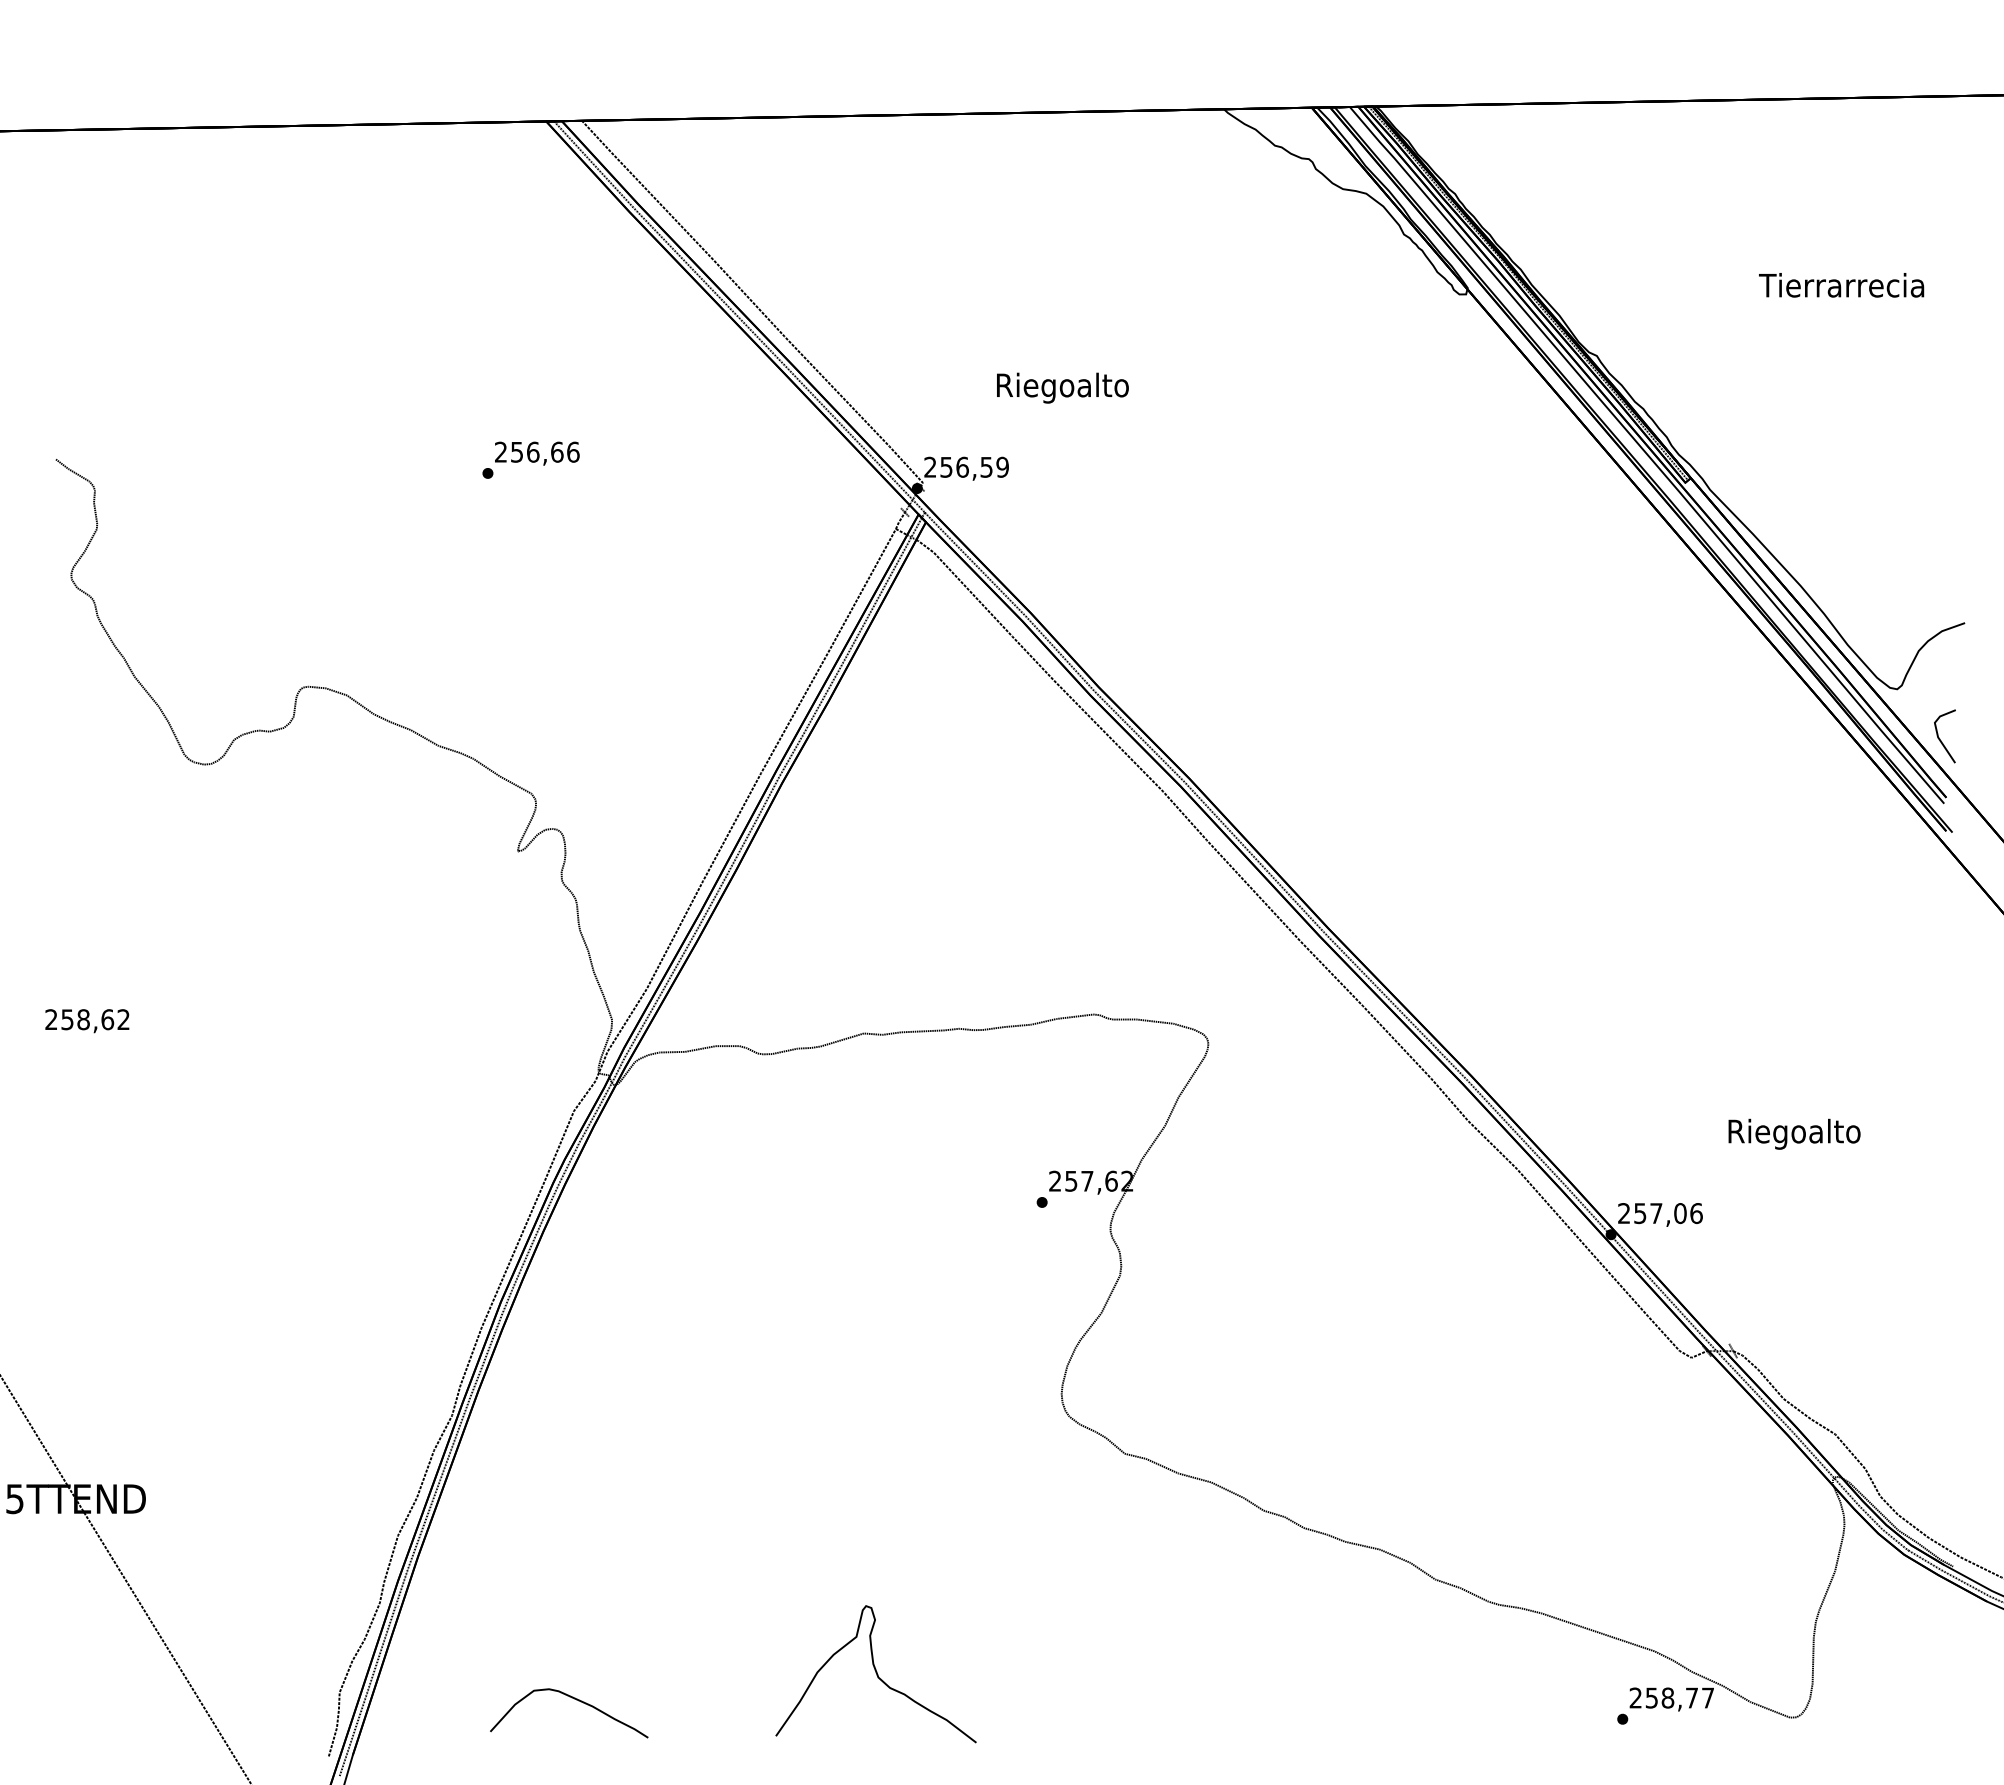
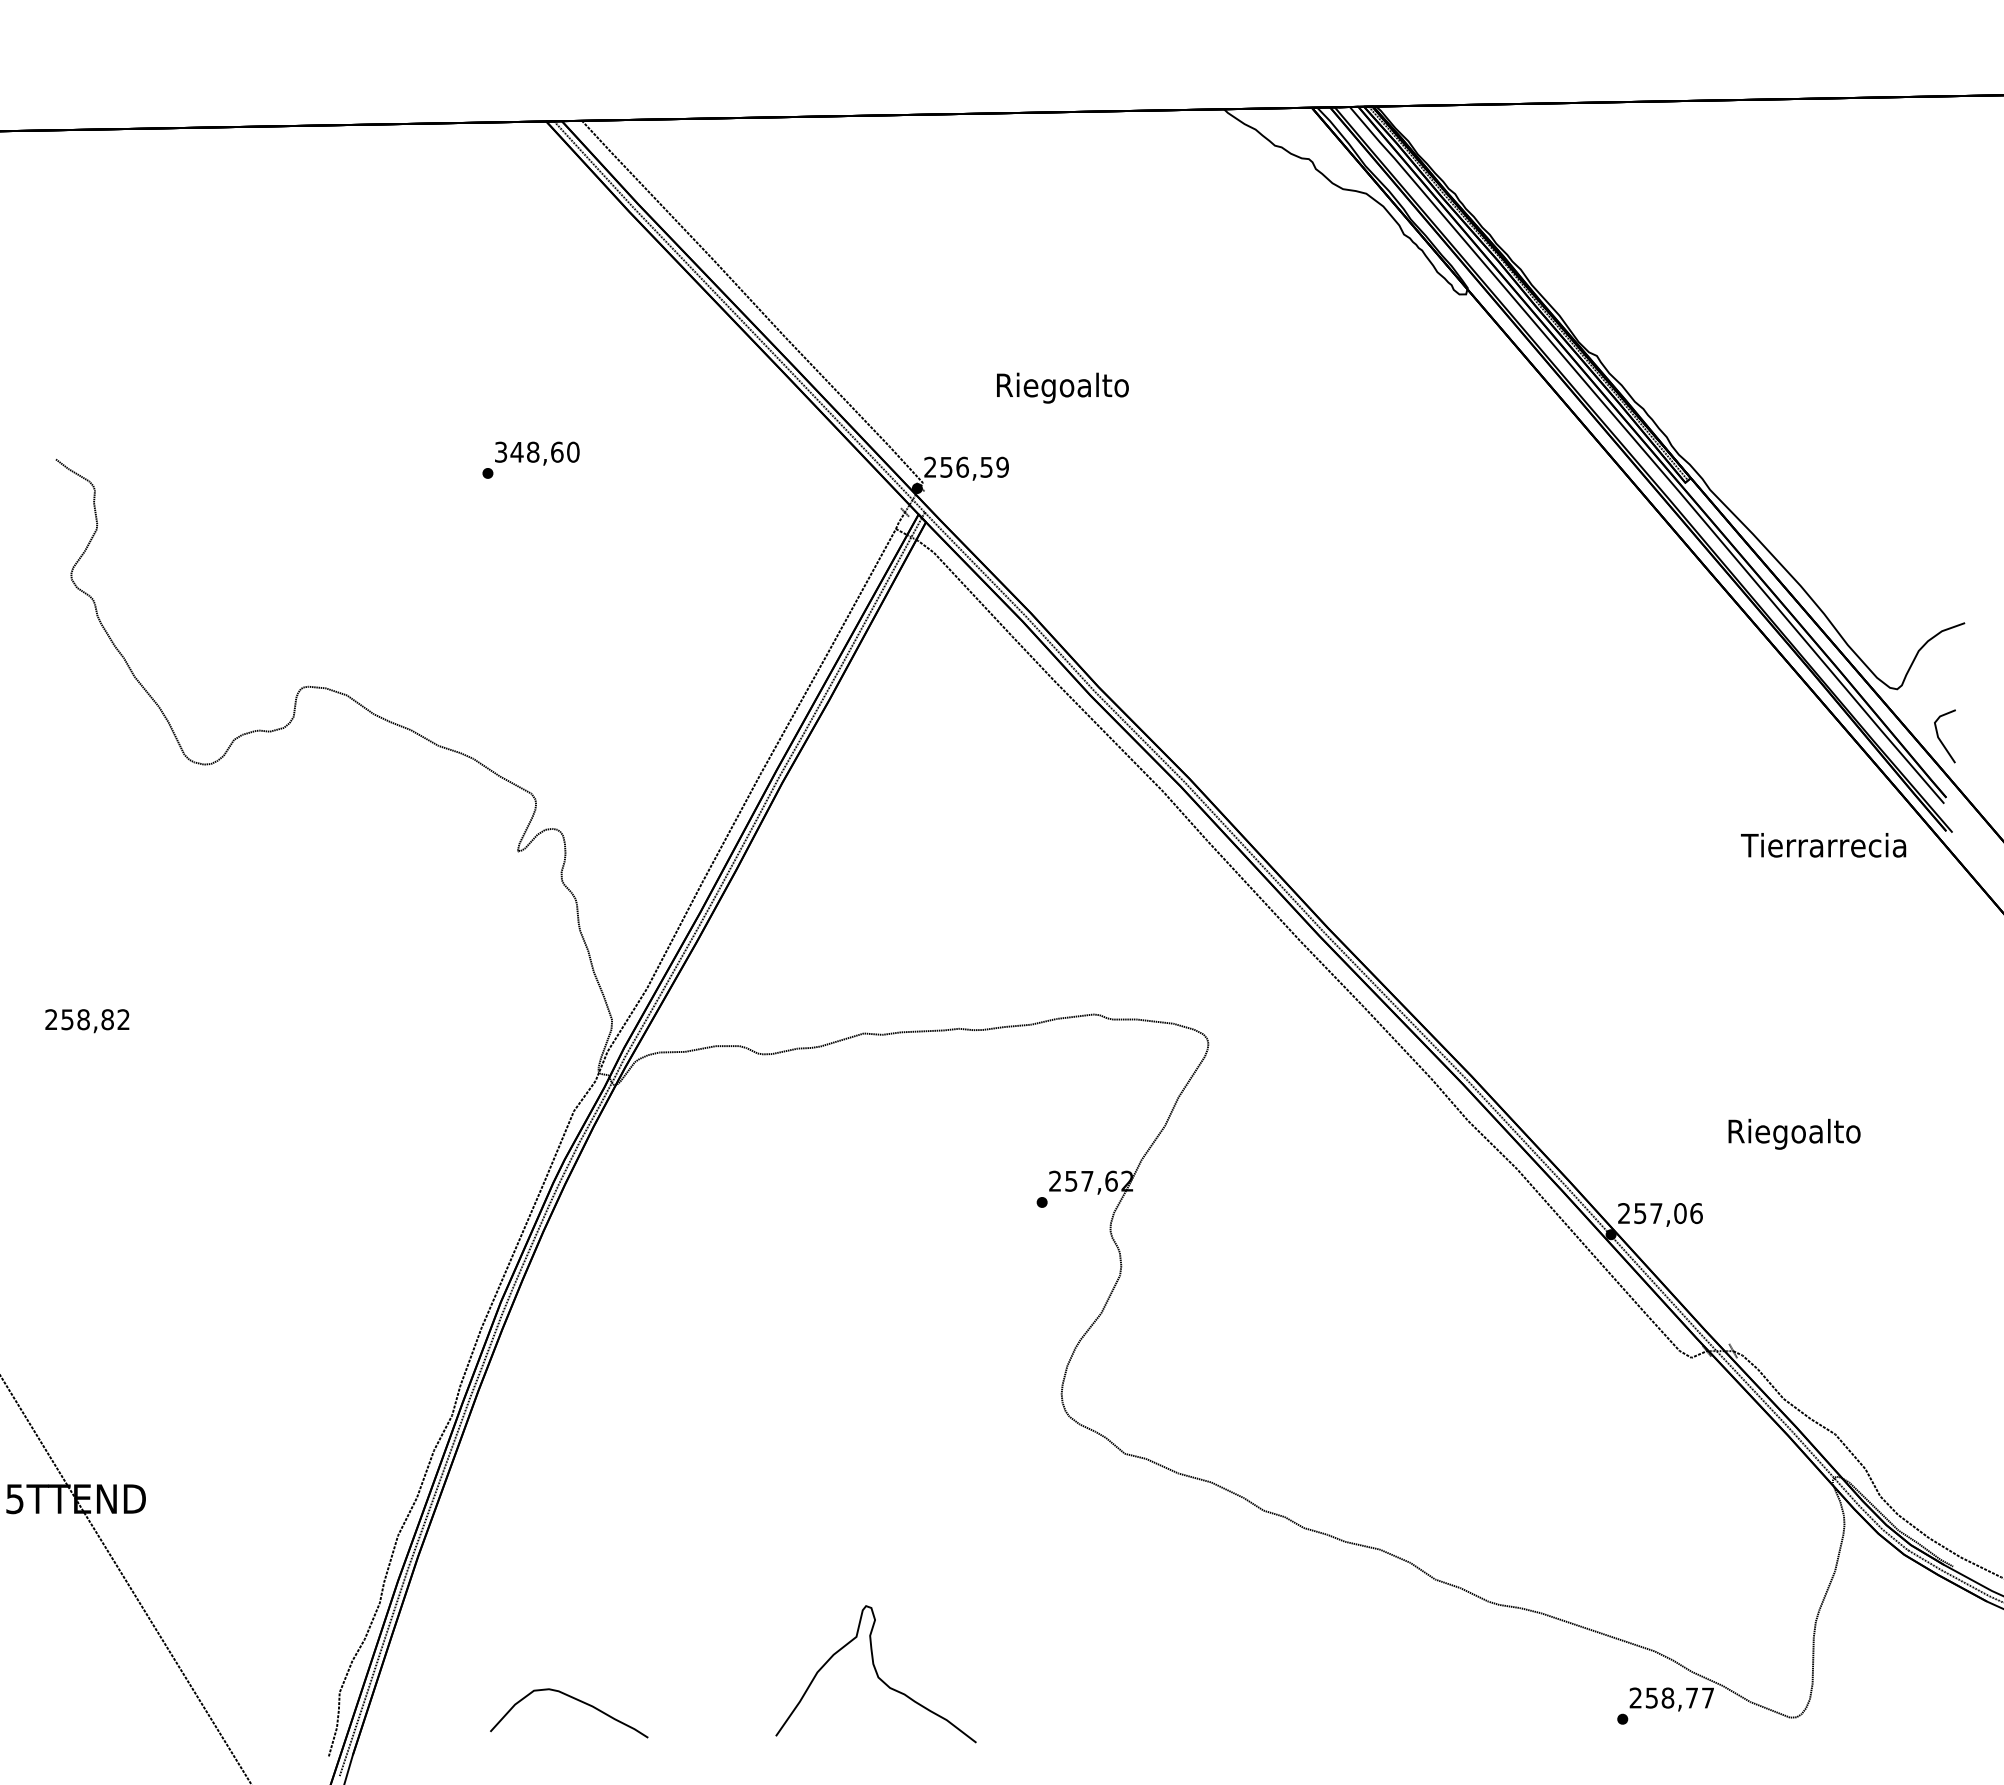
text at (1841, 285) position: (1841, 285) -> (1823, 845)
text at (537, 451): 256,66 -> 348,60
text at (107, 1019): 258,62 -> 258,82
